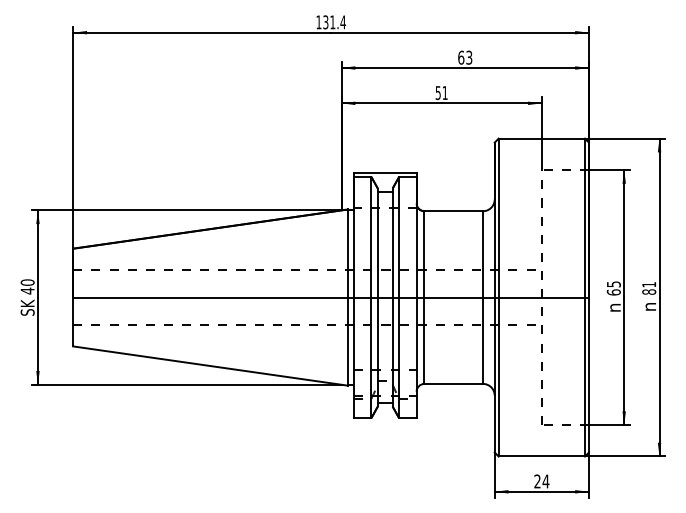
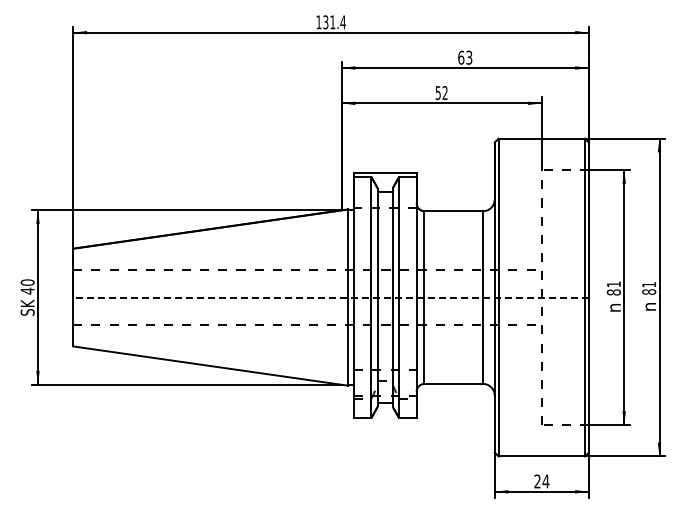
text at (444, 92): 51 -> 52
text at (613, 288): 65 -> 81
line at (331, 297): solid -> dashed
